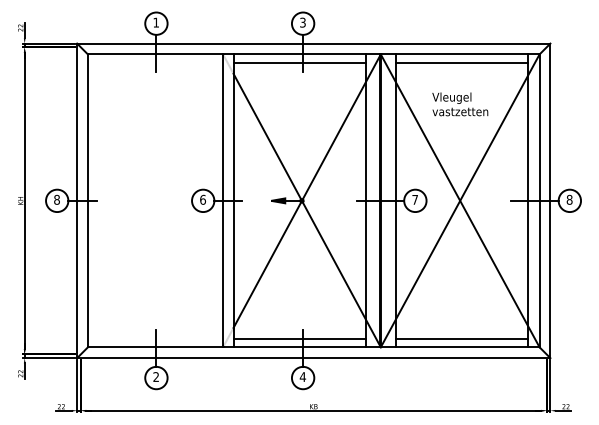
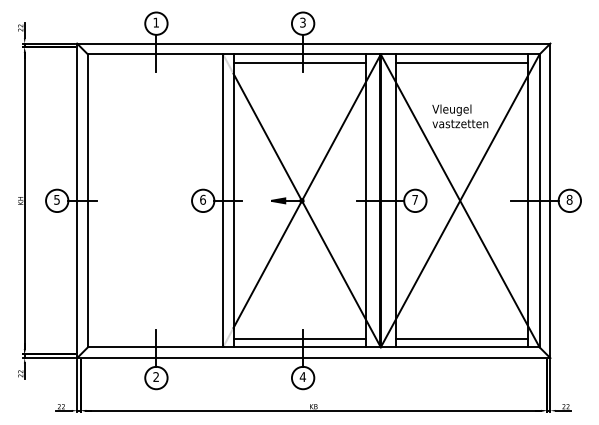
text at (460, 104) position: (460, 104) -> (460, 116)
text at (56, 199): 8 -> 5
